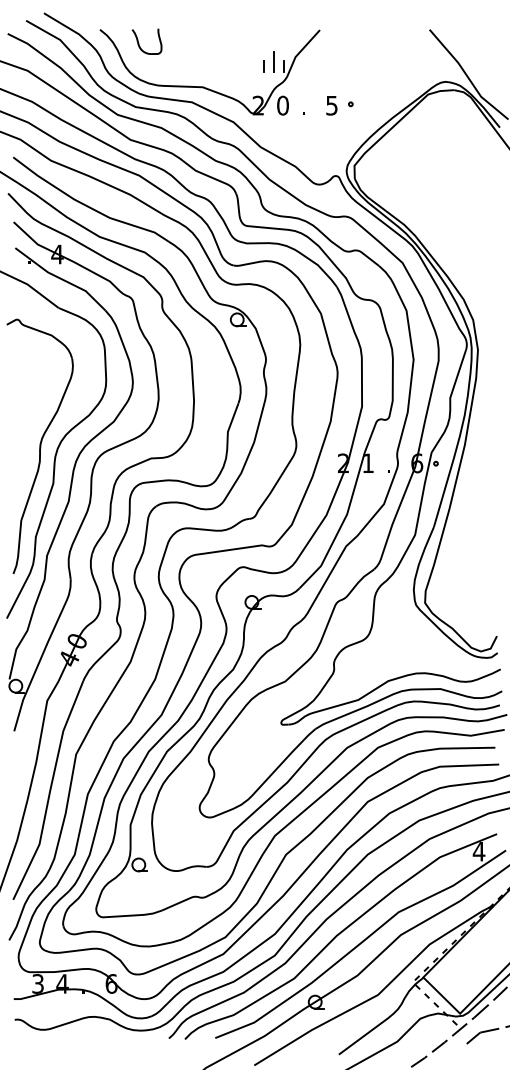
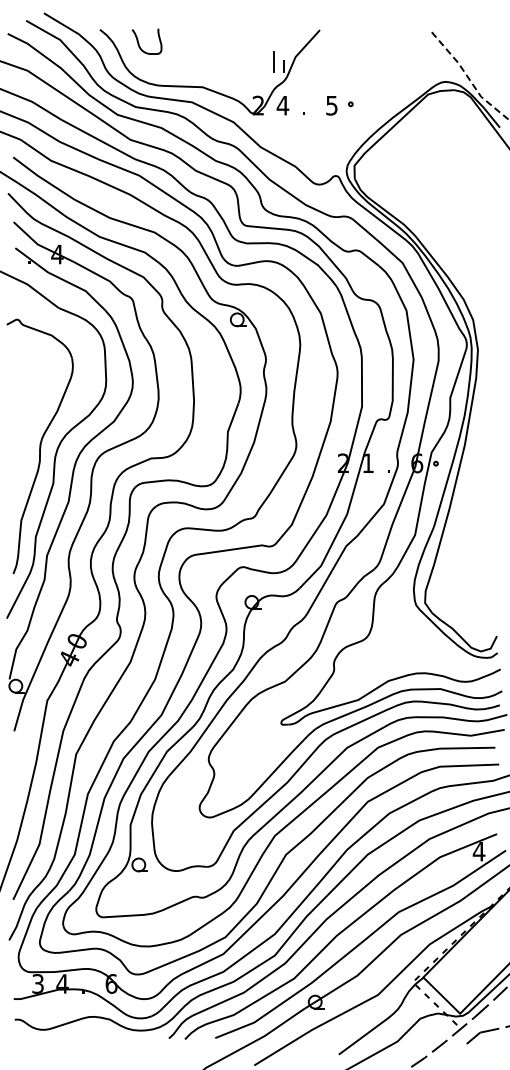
line at (263, 66): present -> none
line at (467, 76): solid -> dashed
text at (282, 105): 0 -> 4
